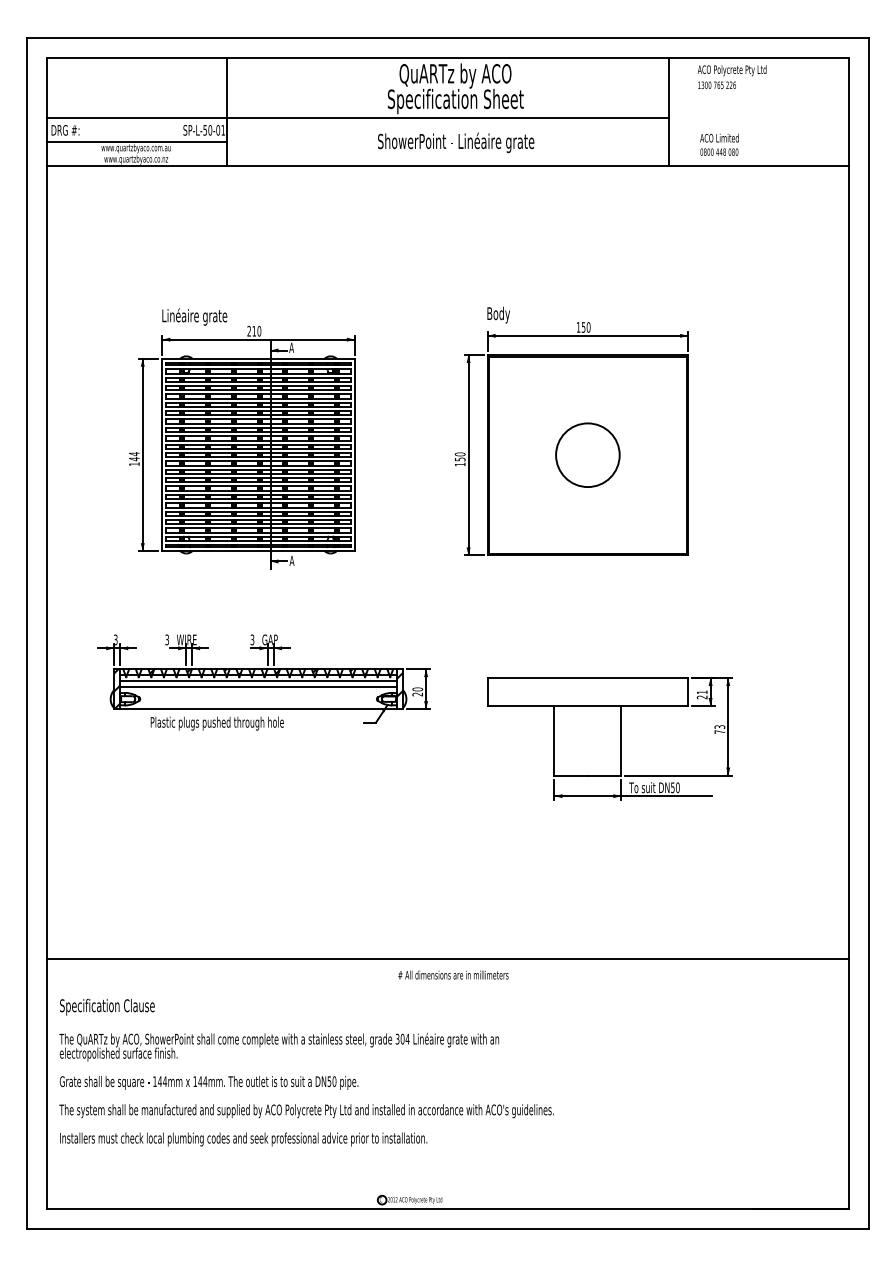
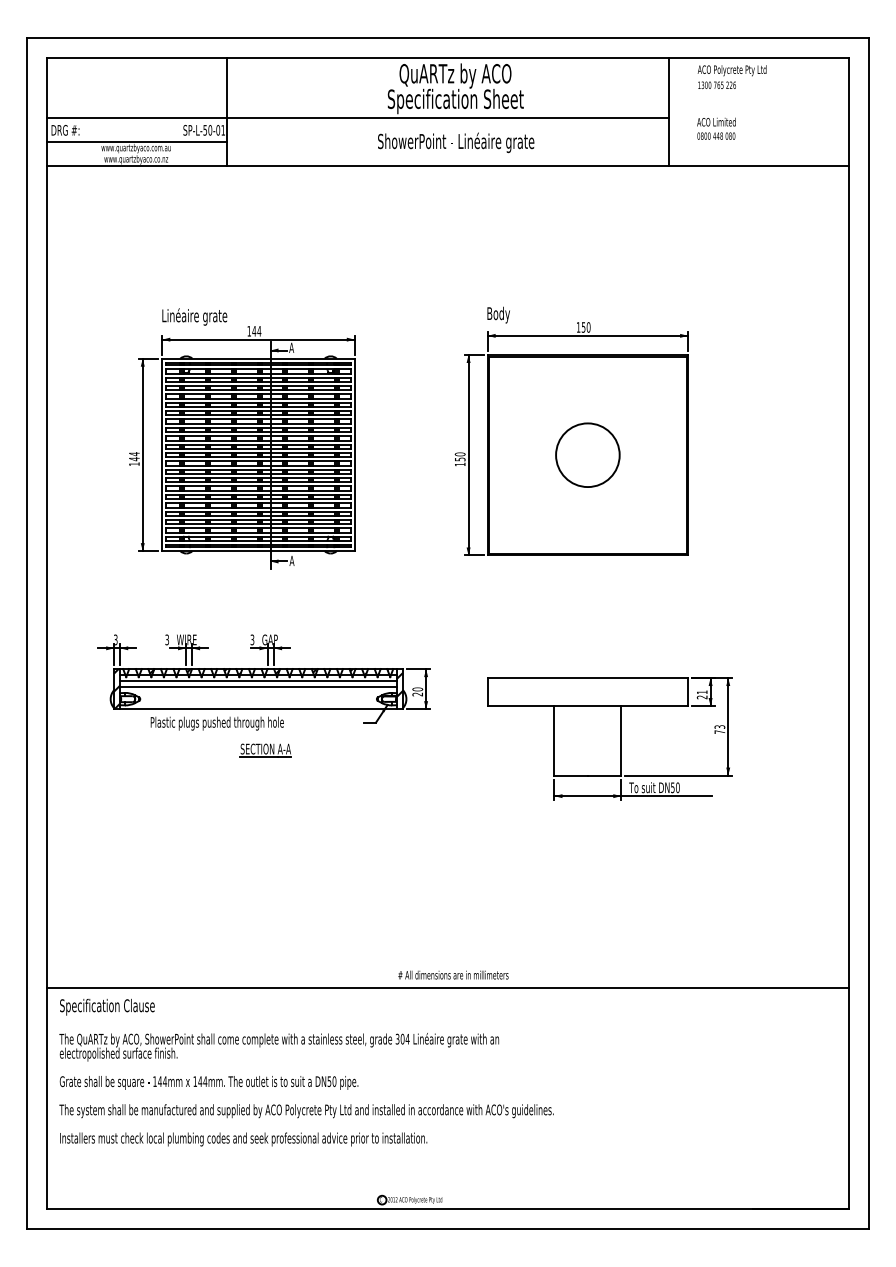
text at (719, 144) position: (719, 144) -> (716, 128)
text at (254, 330): 210 -> 144
part at (265, 750): none -> present
line at (447, 959) position: (447, 959) -> (447, 988)
